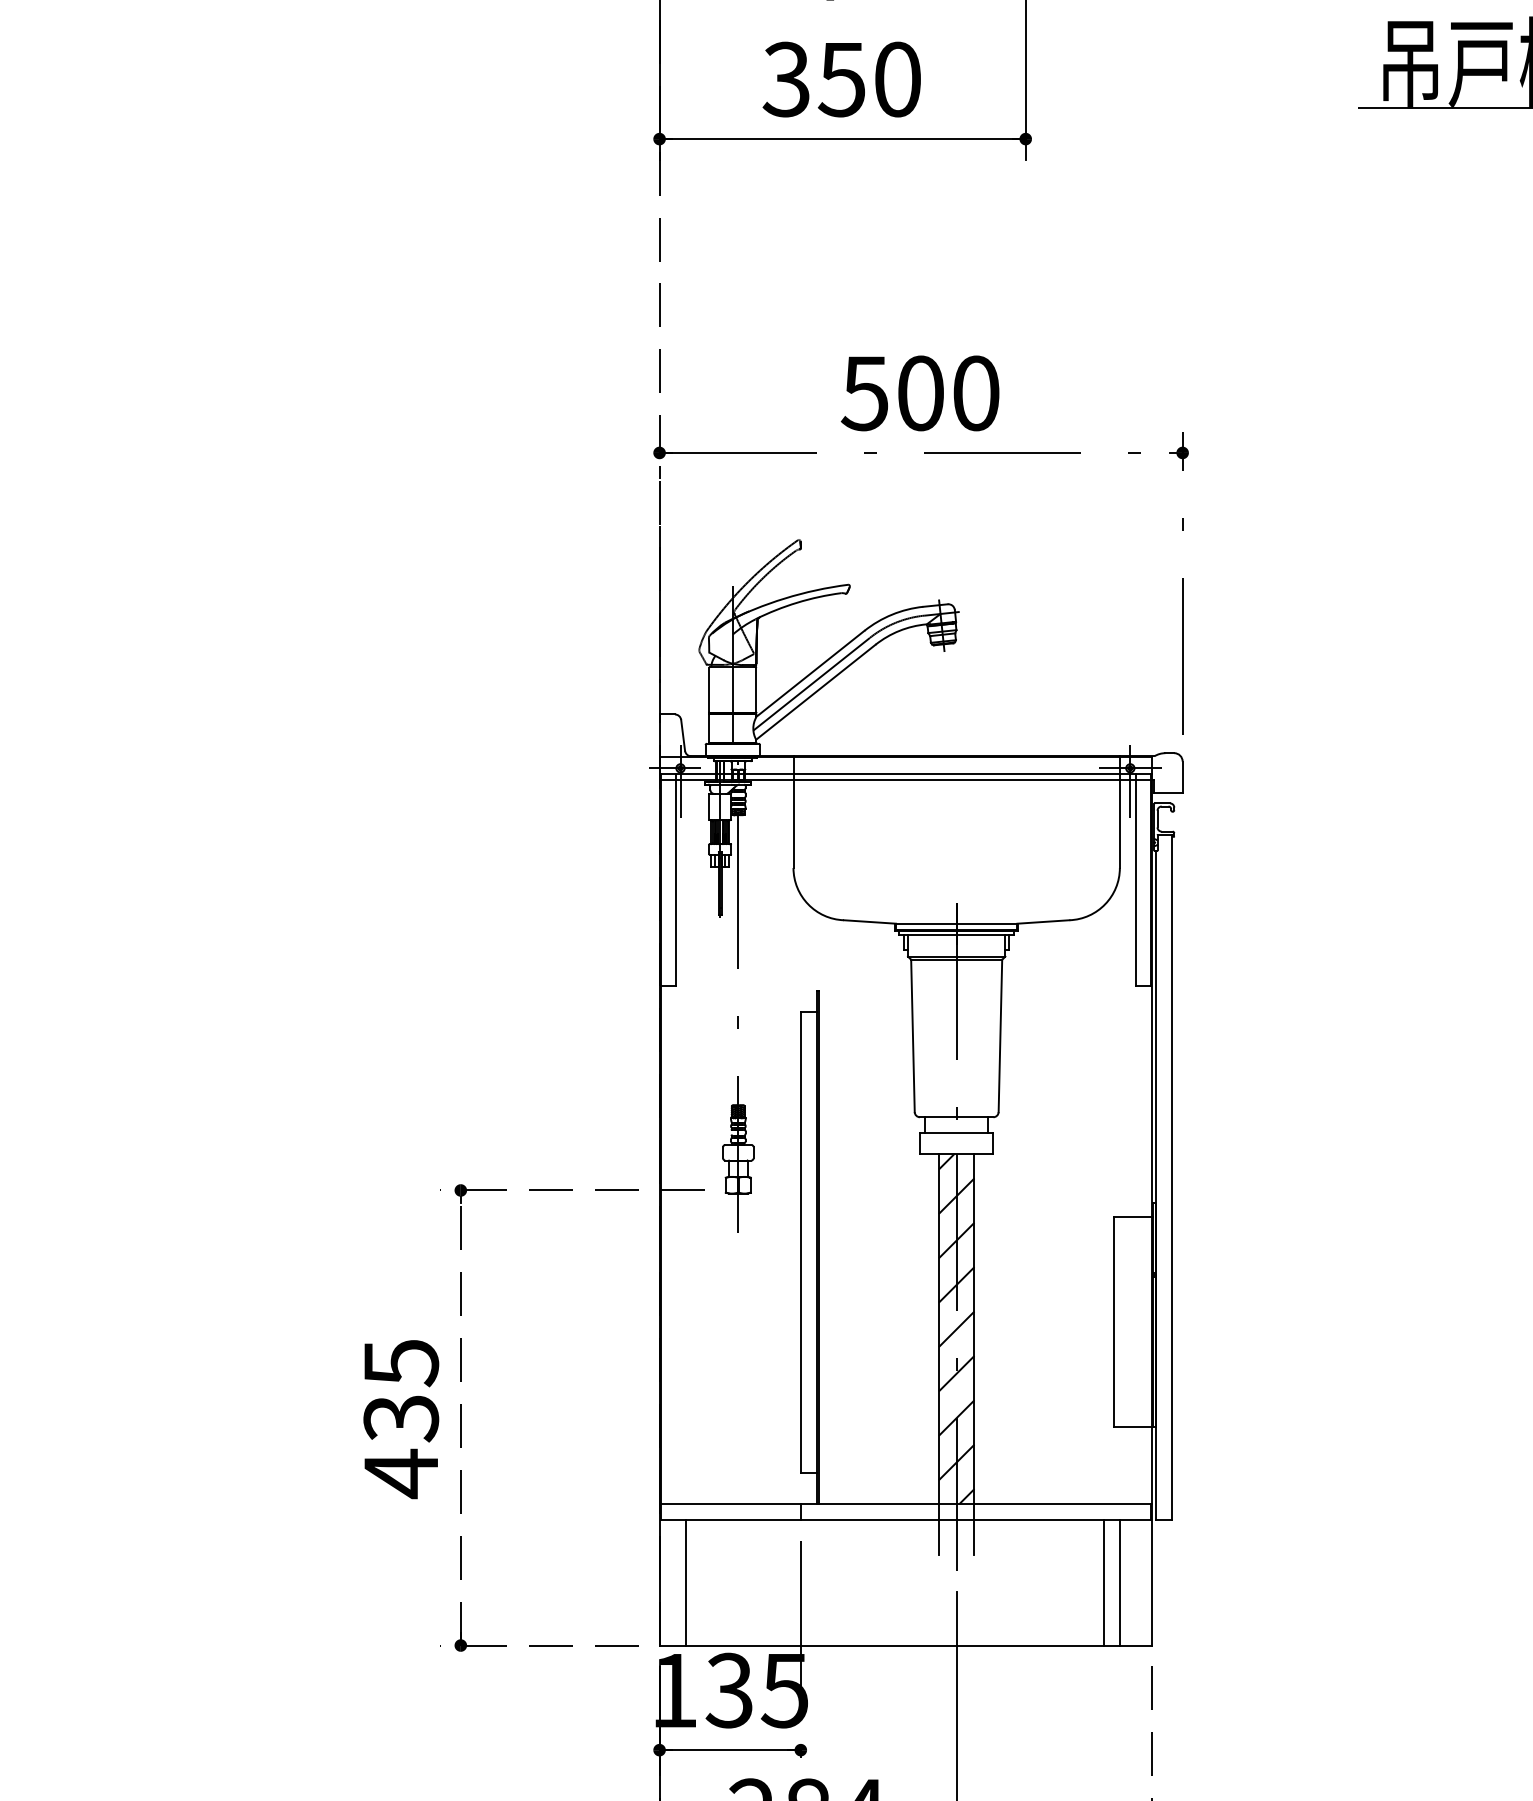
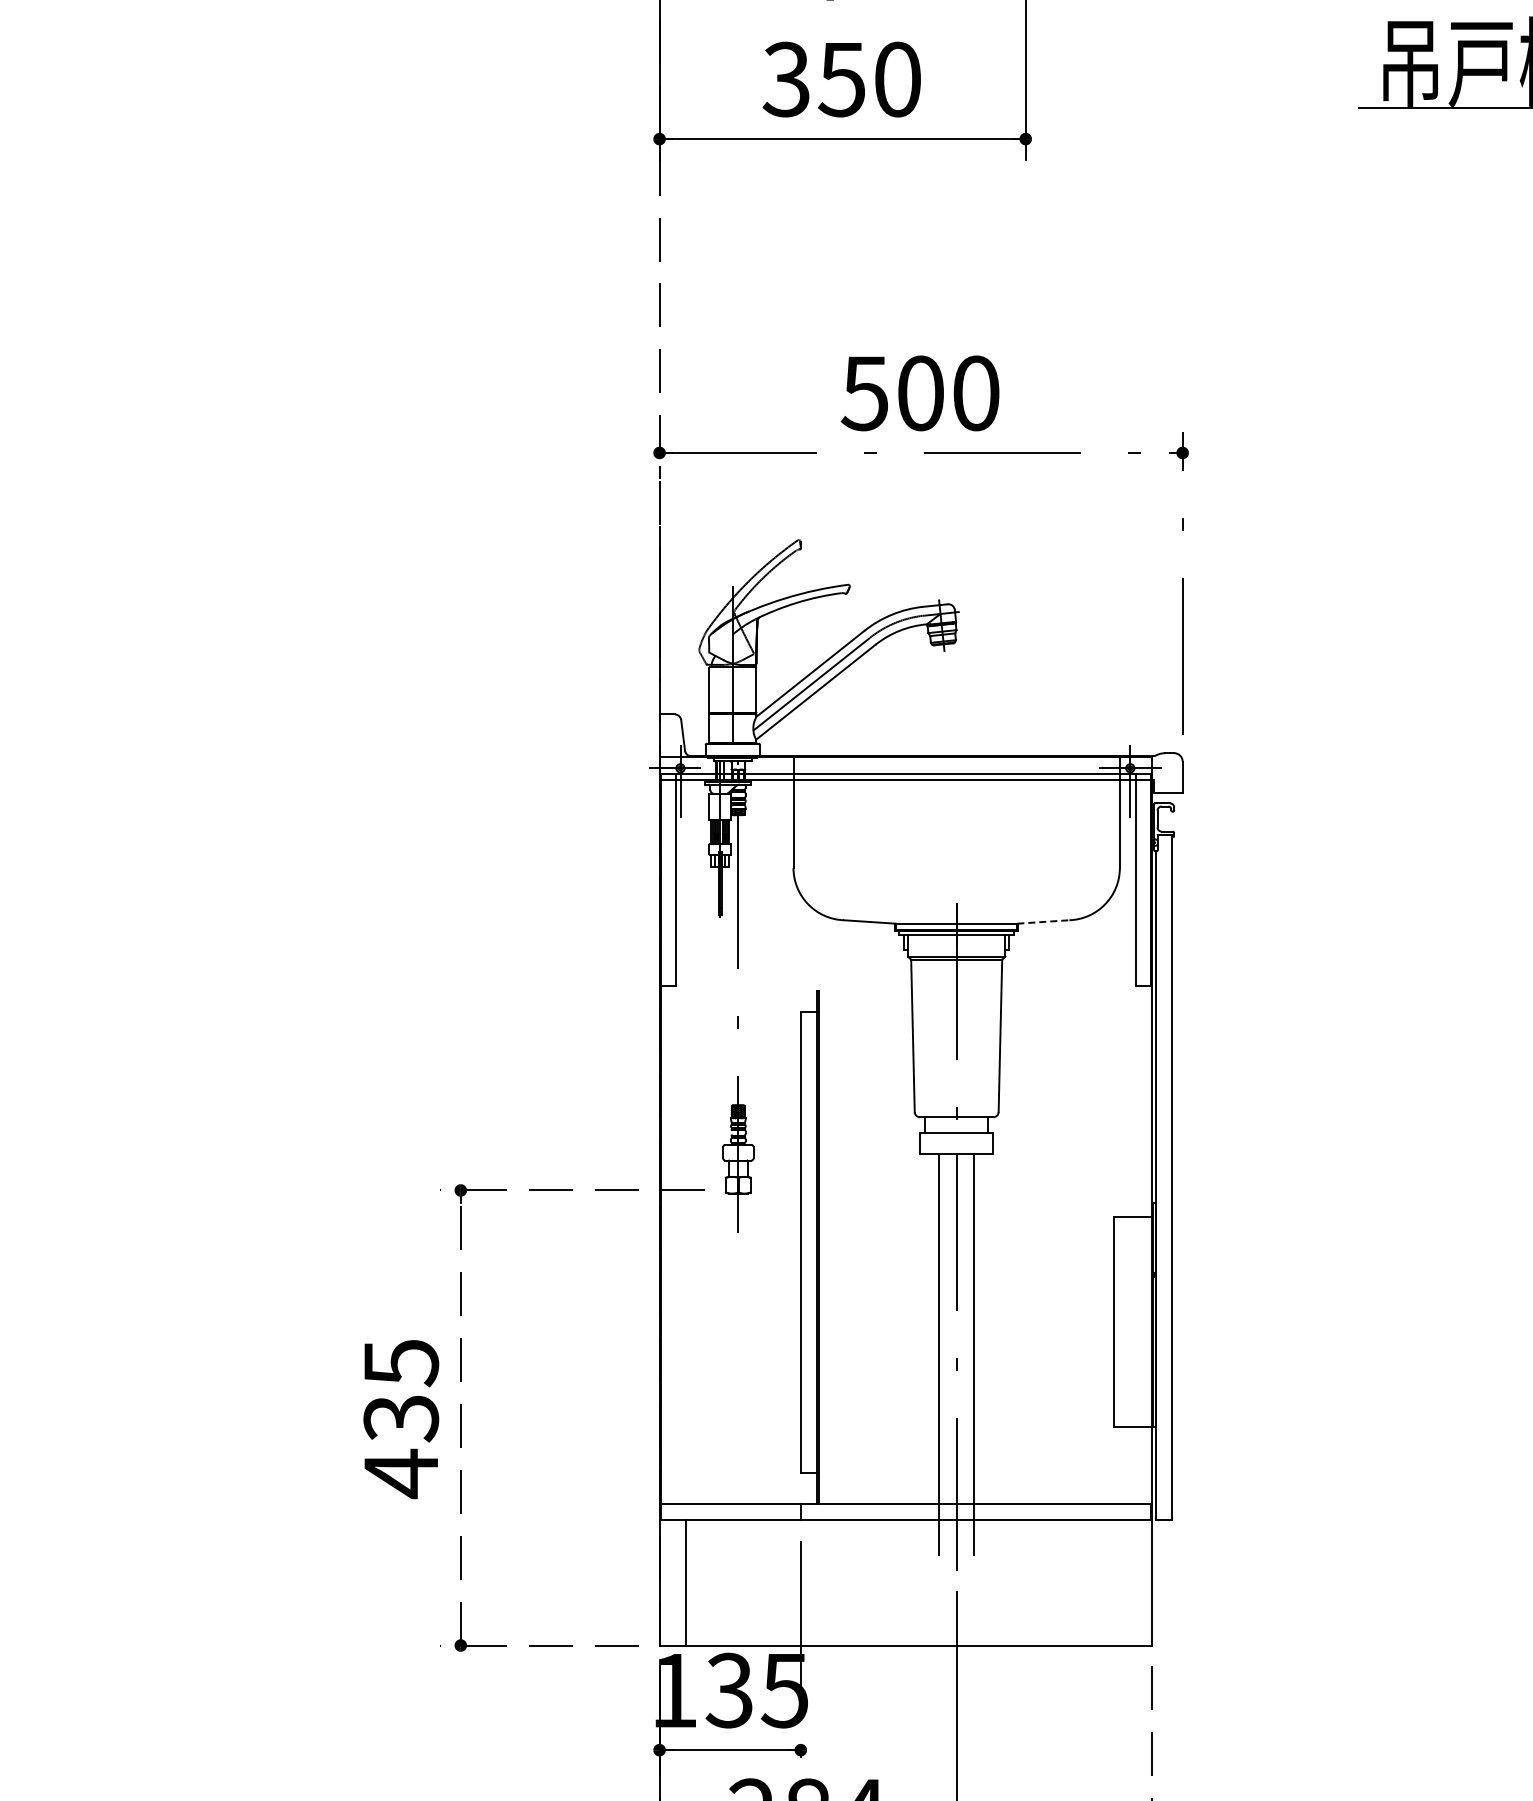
line at (1043, 921): solid -> dashed
hatch at (956, 1328): present -> none
line at (1104, 1582): present -> none
line at (1119, 1582): present -> none
